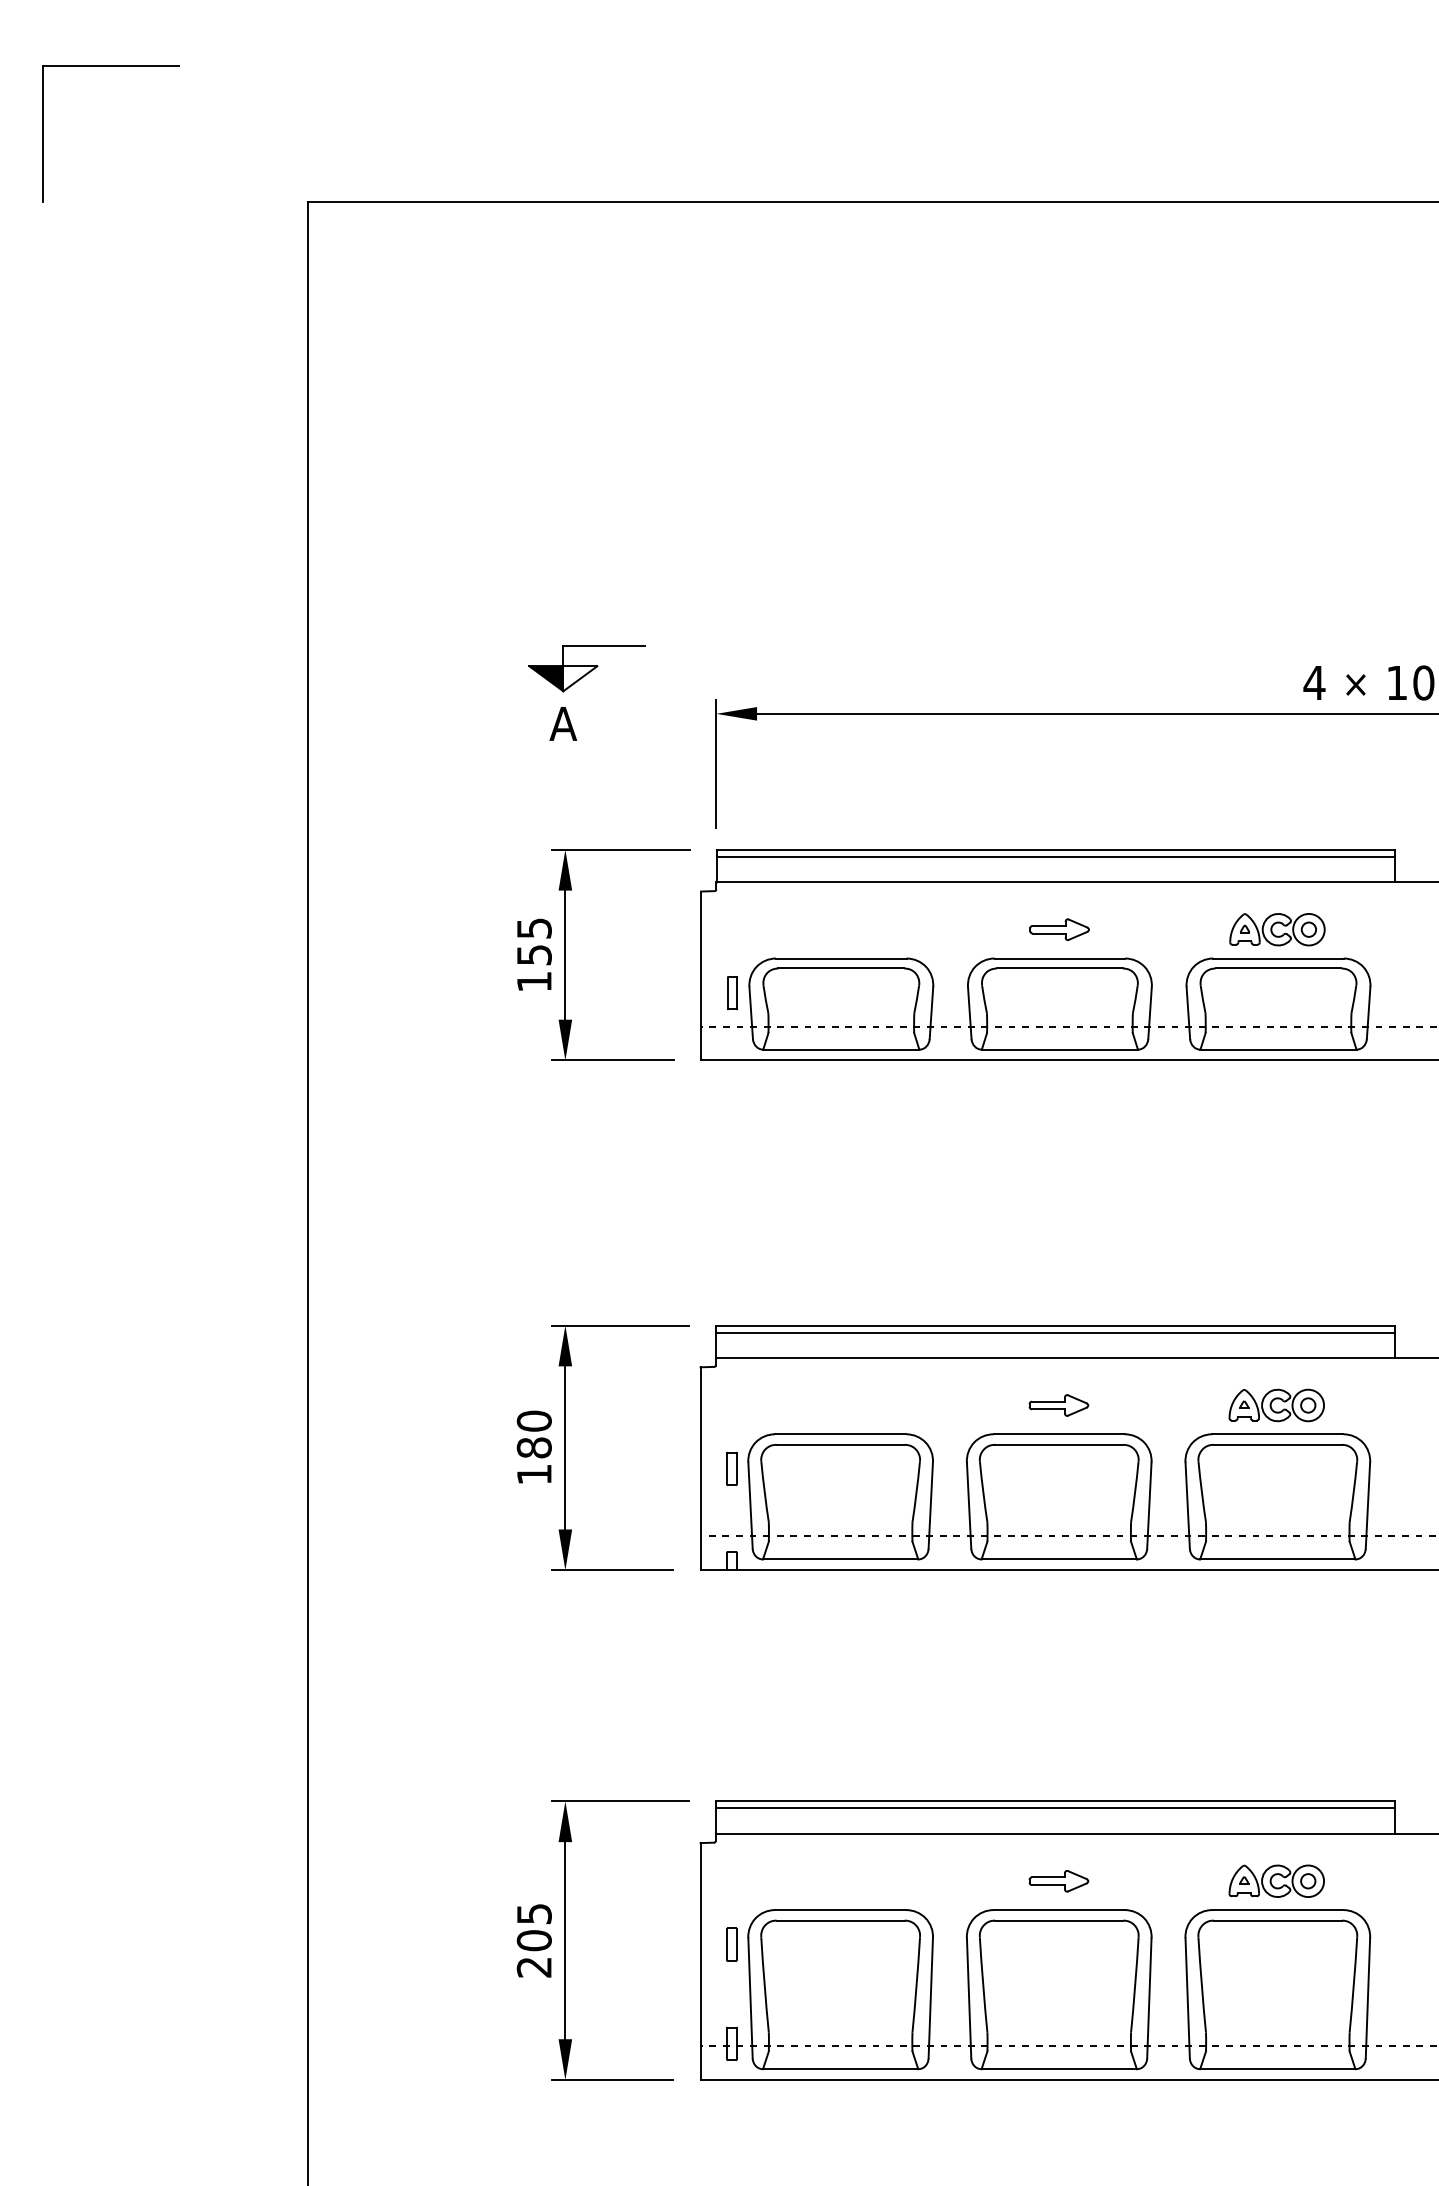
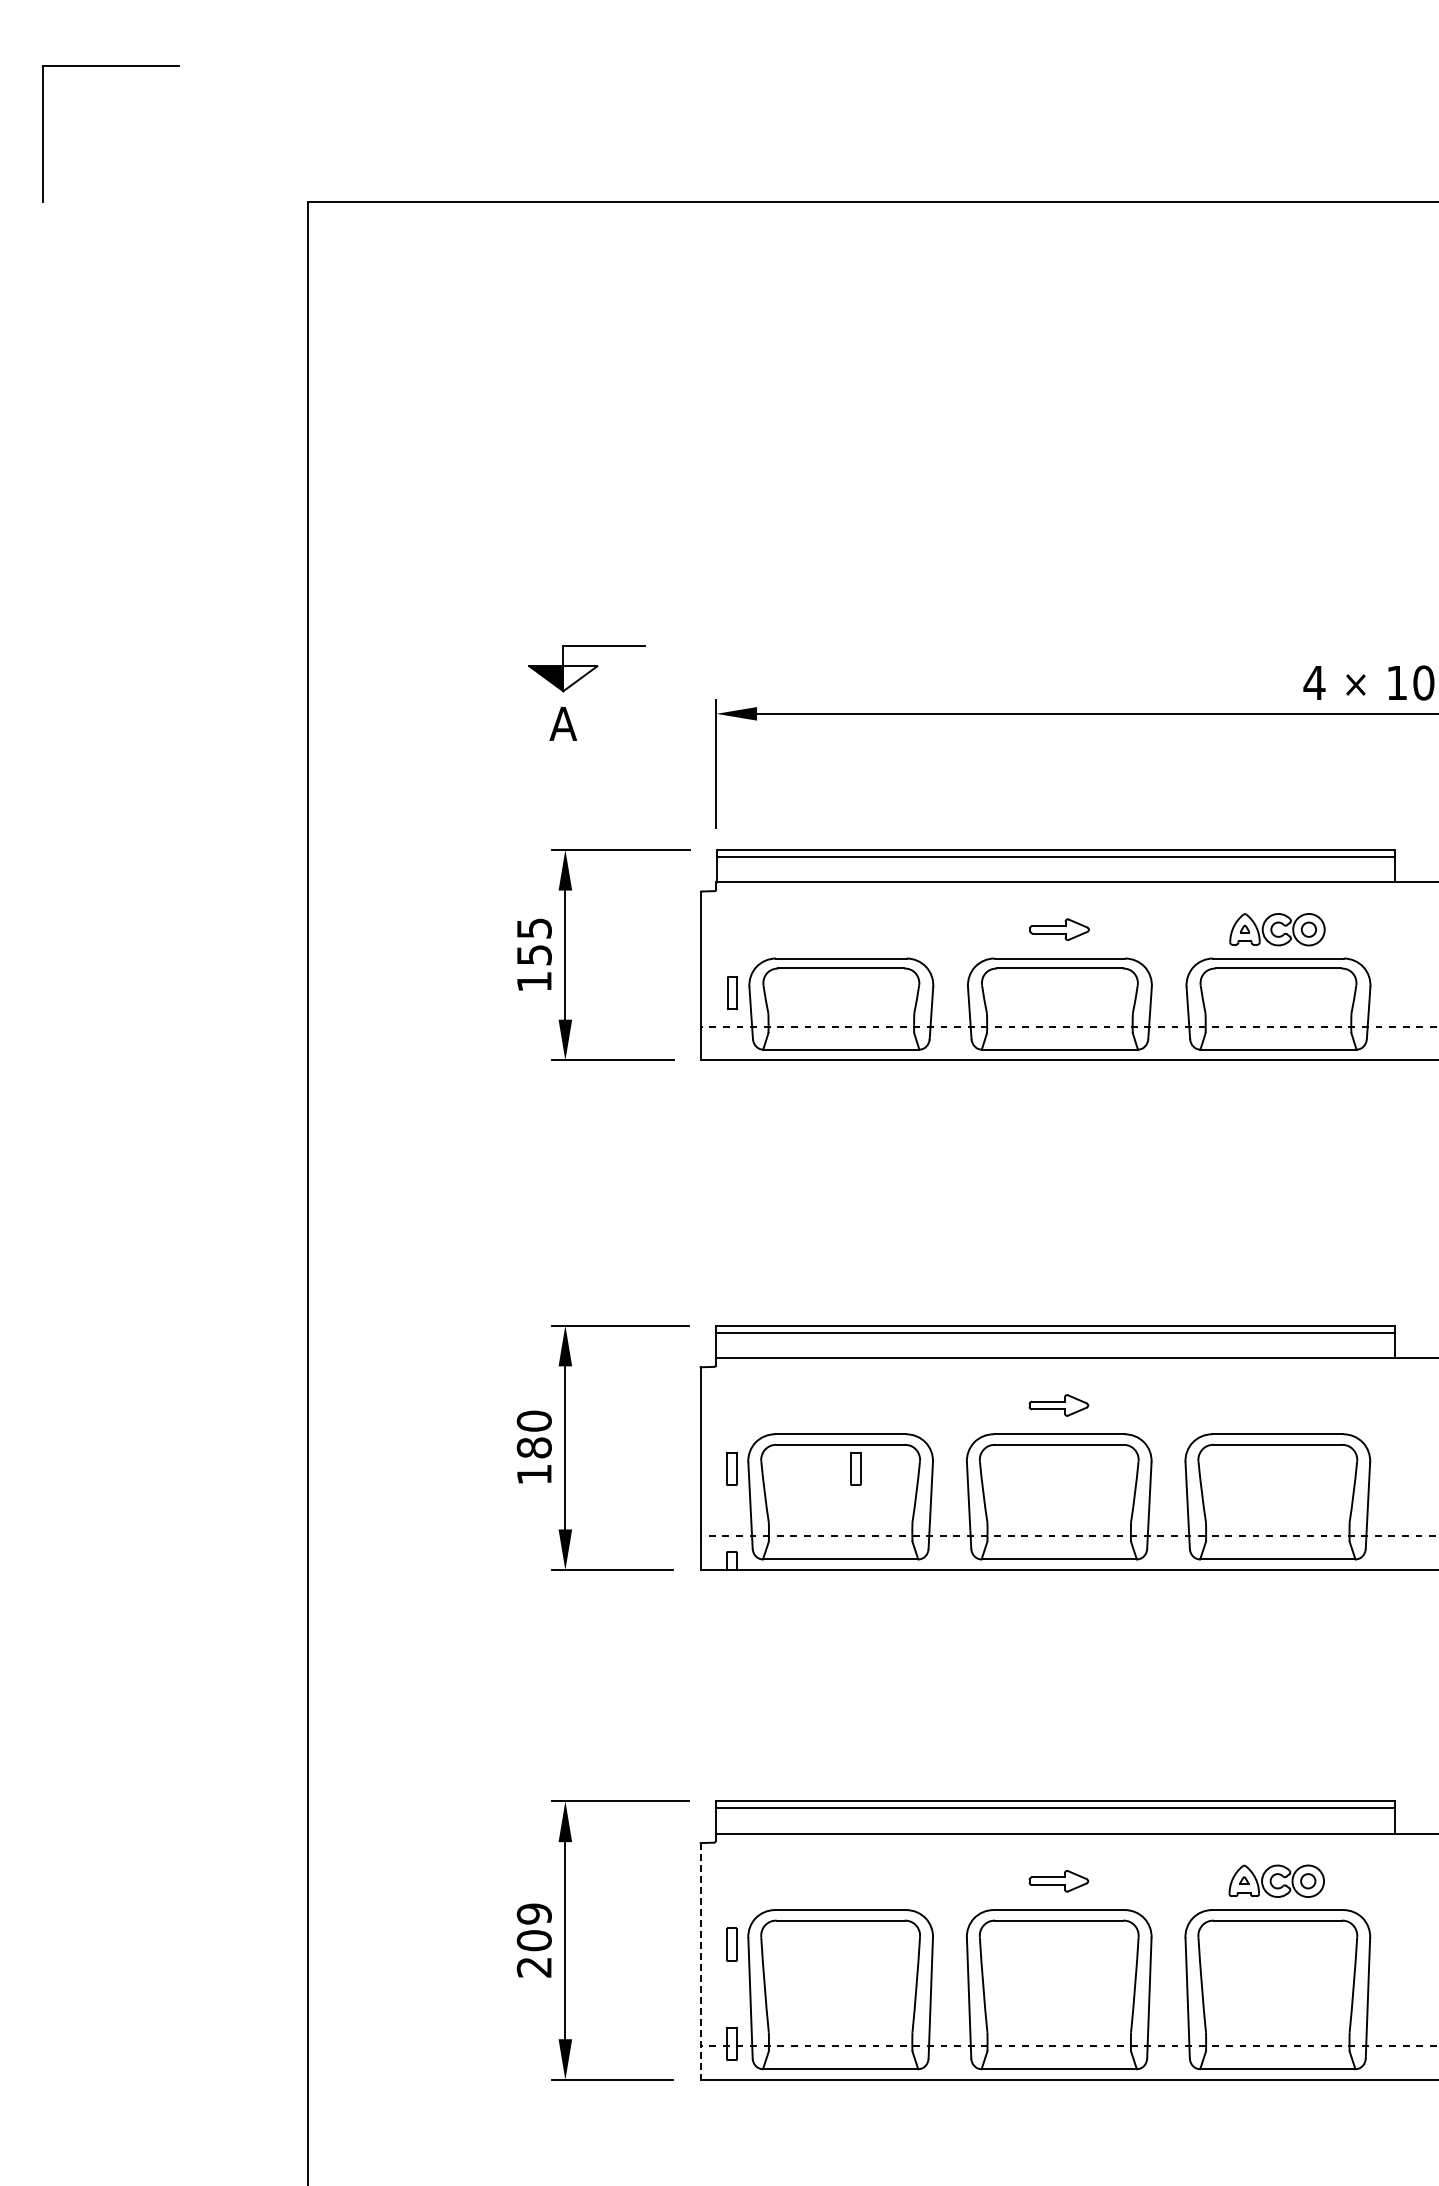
part at (1276, 1405): present -> none
part at (855, 1468): none -> present
text at (533, 1913): 205 -> 209
line at (700, 1962): solid -> dashed
